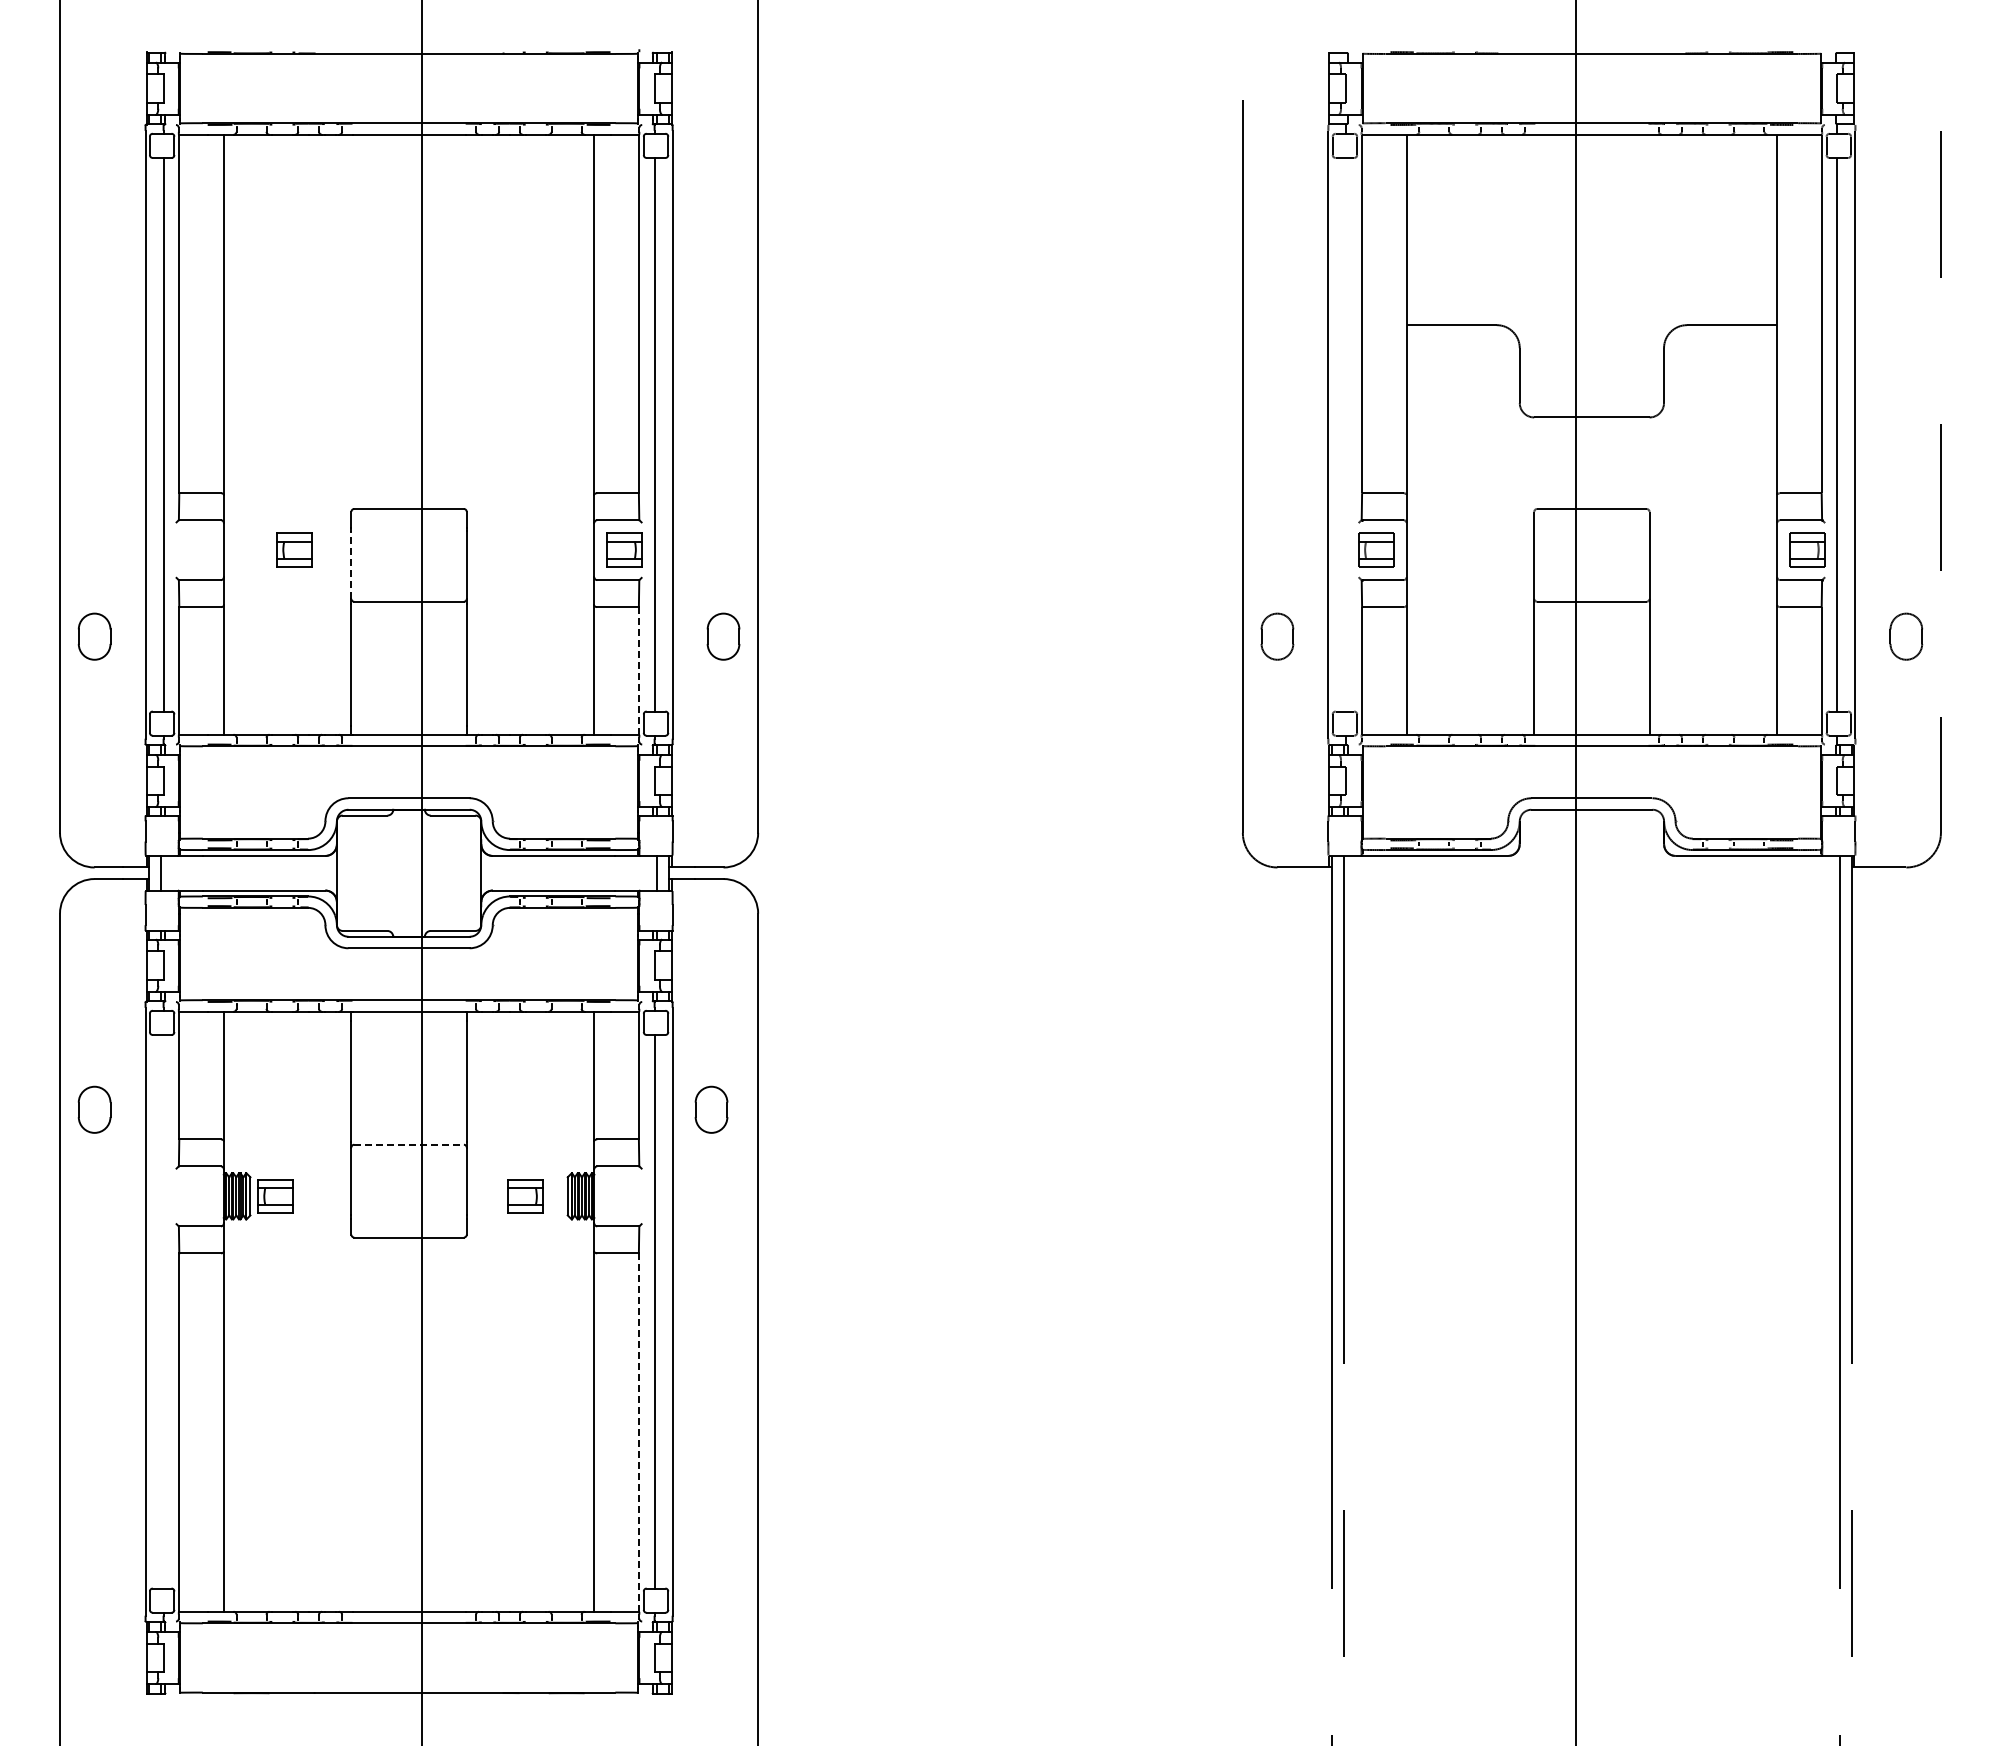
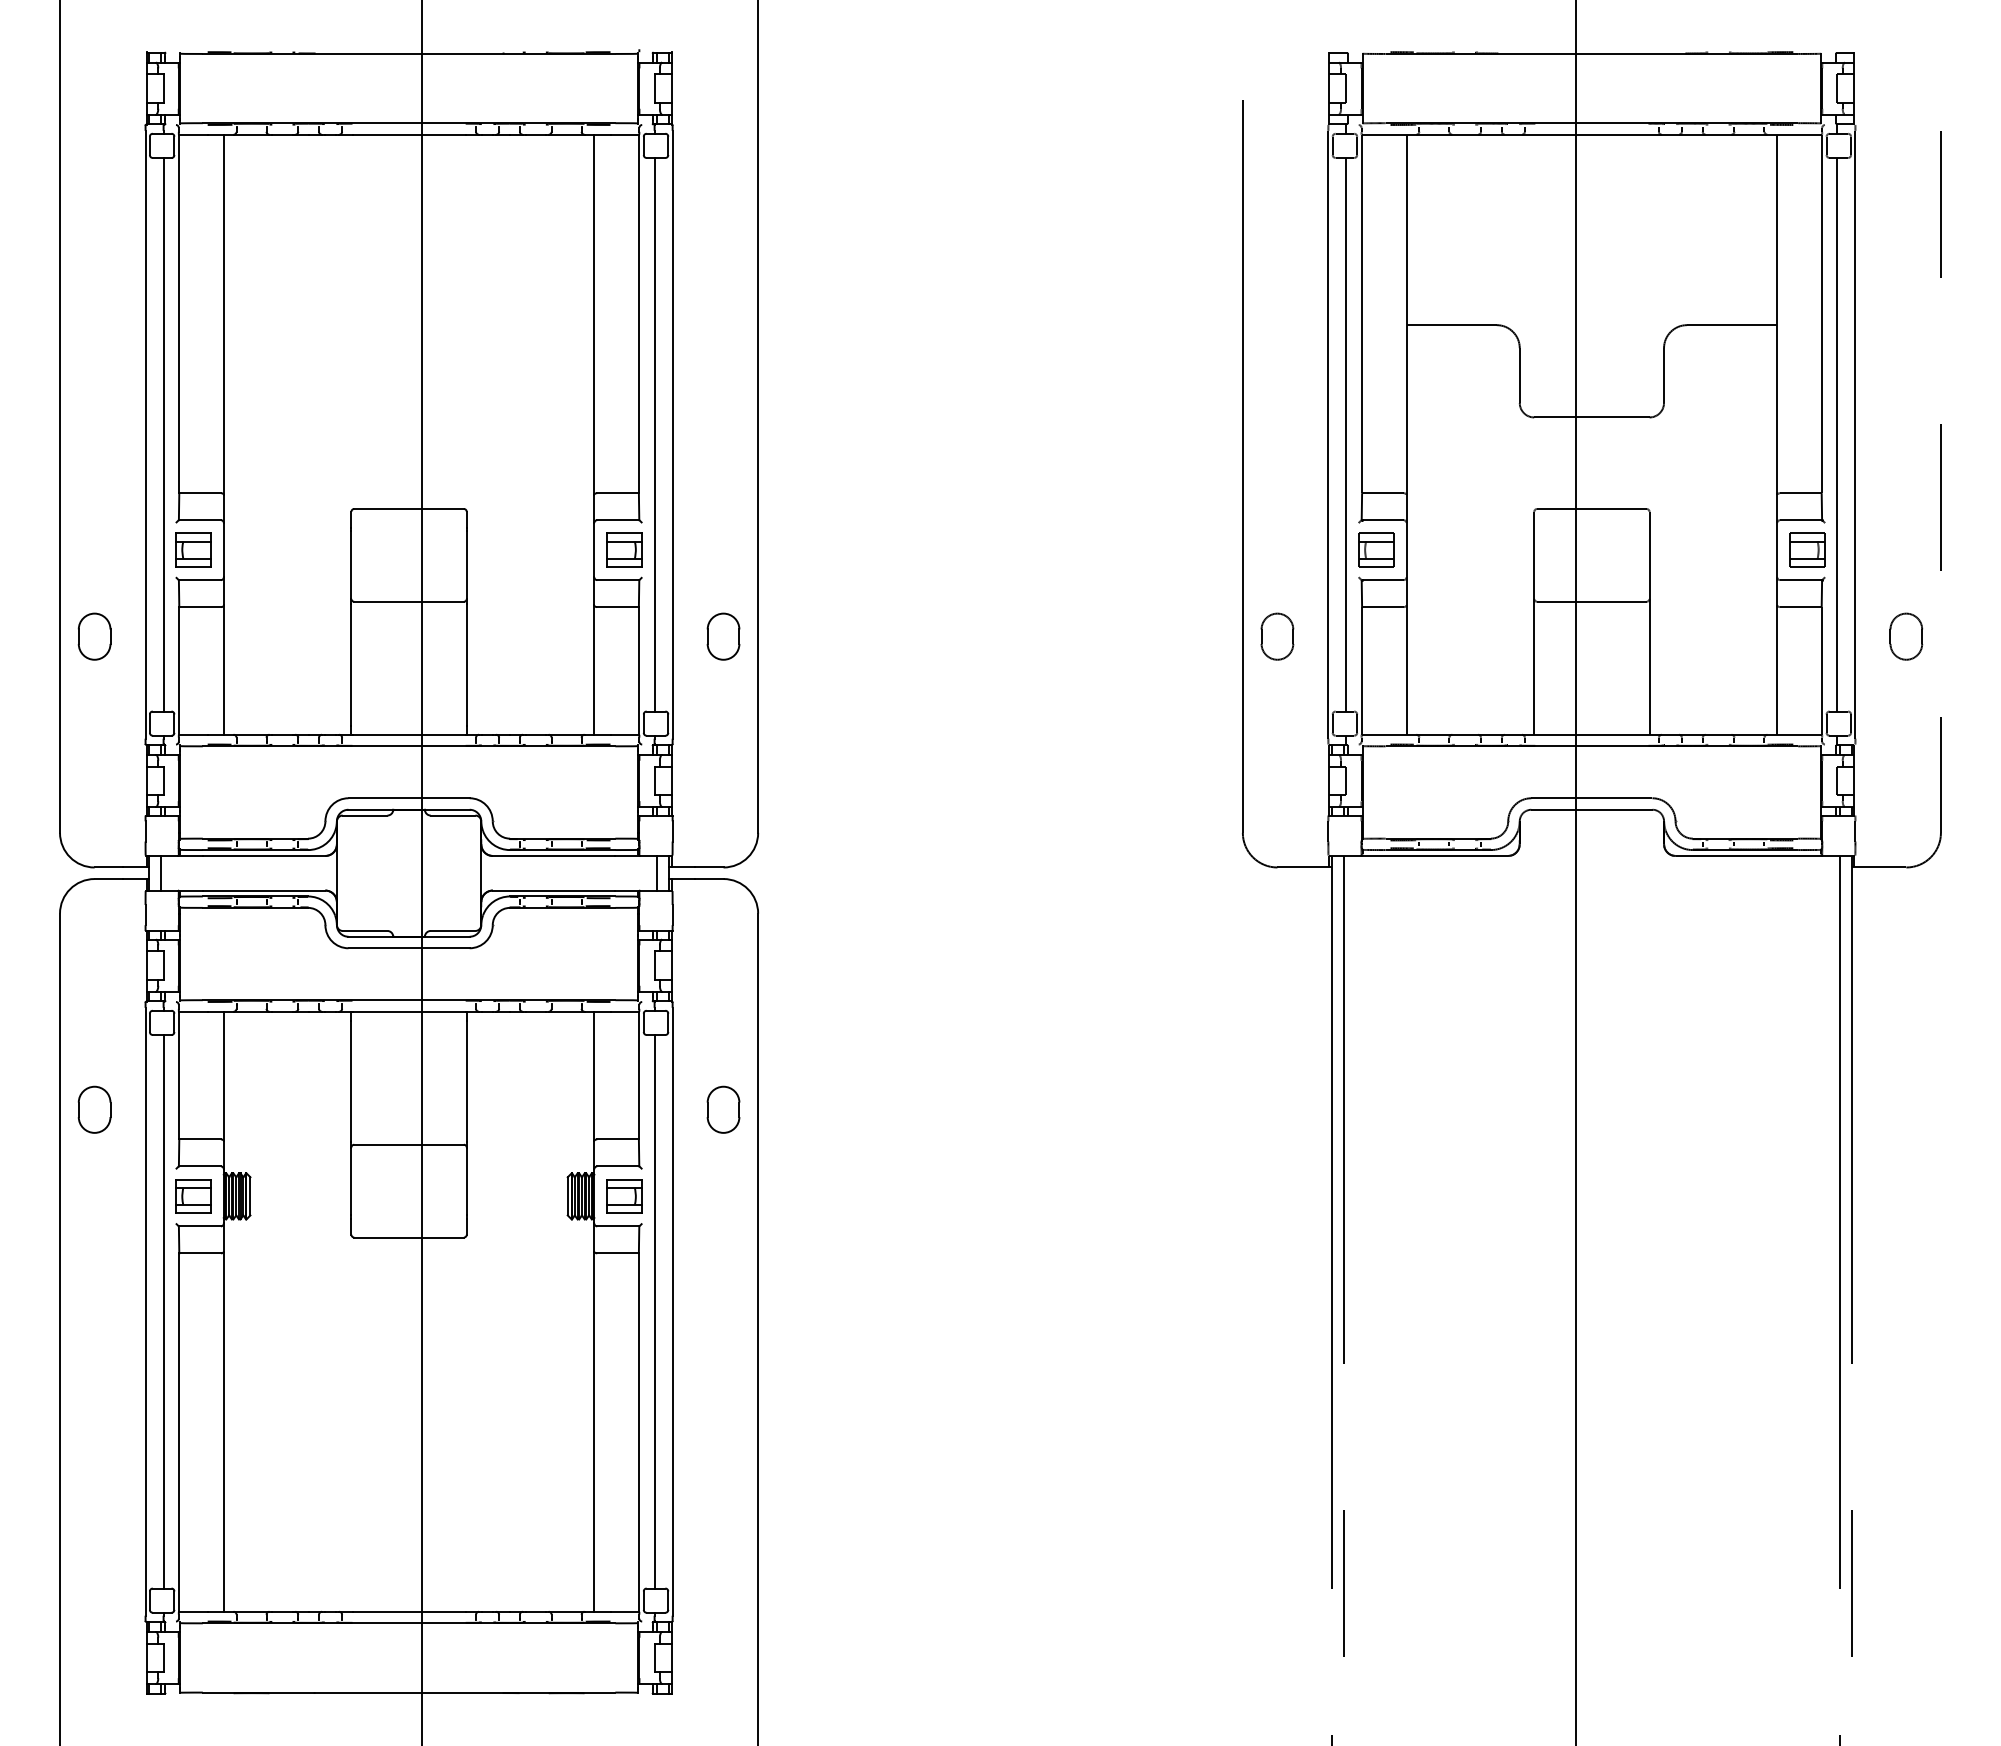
line at (1346, 434): none -> present
part at (294, 549) position: (294, 549) -> (193, 549)
line at (351, 565): dashed -> solid
line at (638, 670): dashed -> solid
part at (711, 1109) position: (711, 1109) -> (723, 1109)
line at (409, 1144): dashed -> solid
part at (275, 1196) position: (275, 1196) -> (193, 1196)
part at (525, 1196) position: (525, 1196) -> (624, 1196)
line at (163, 1311): none -> present
line at (638, 1433): dashed -> solid
